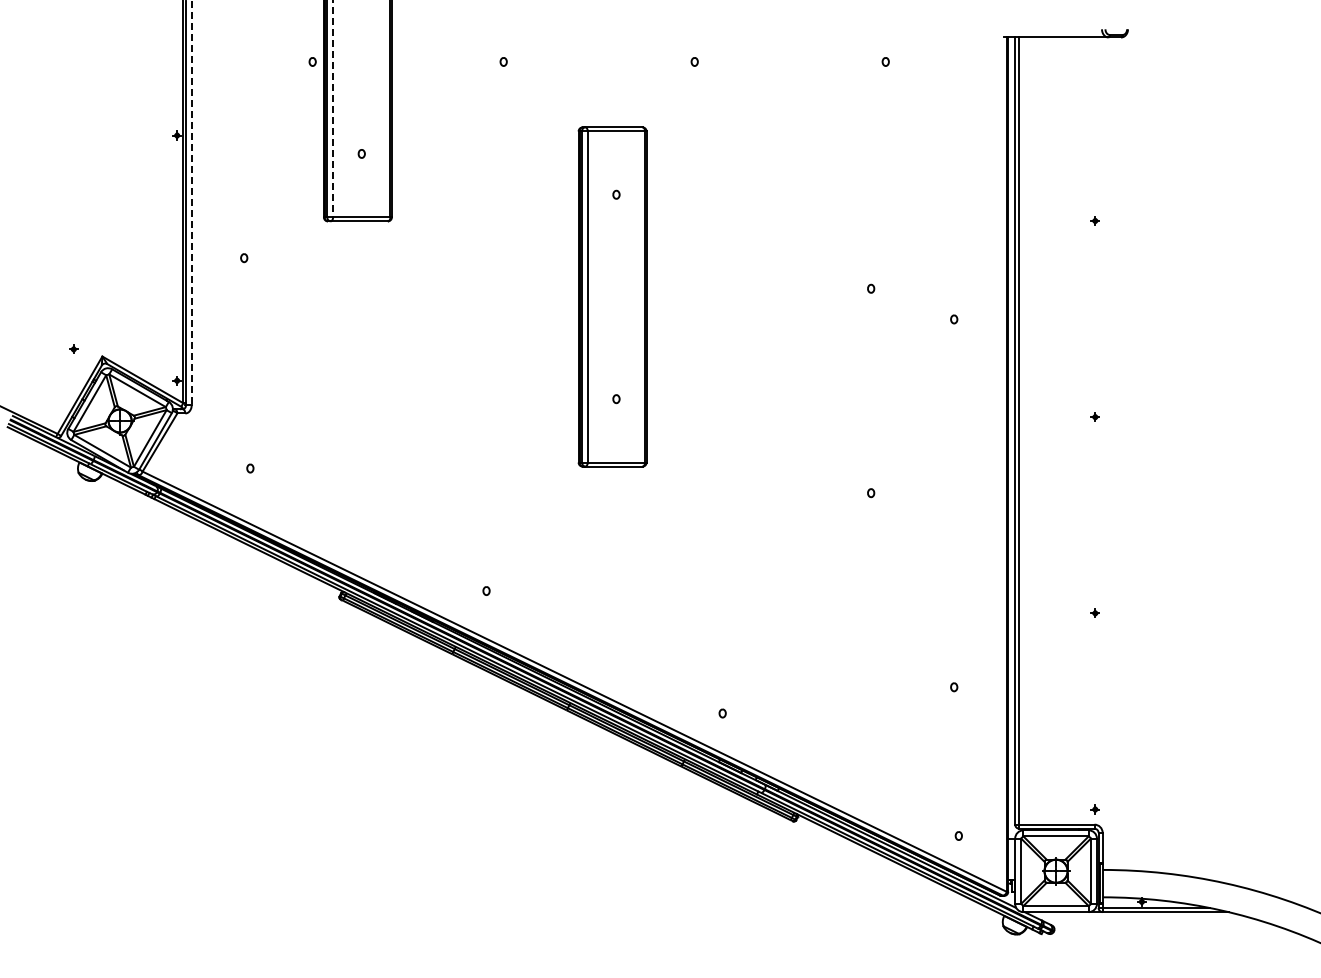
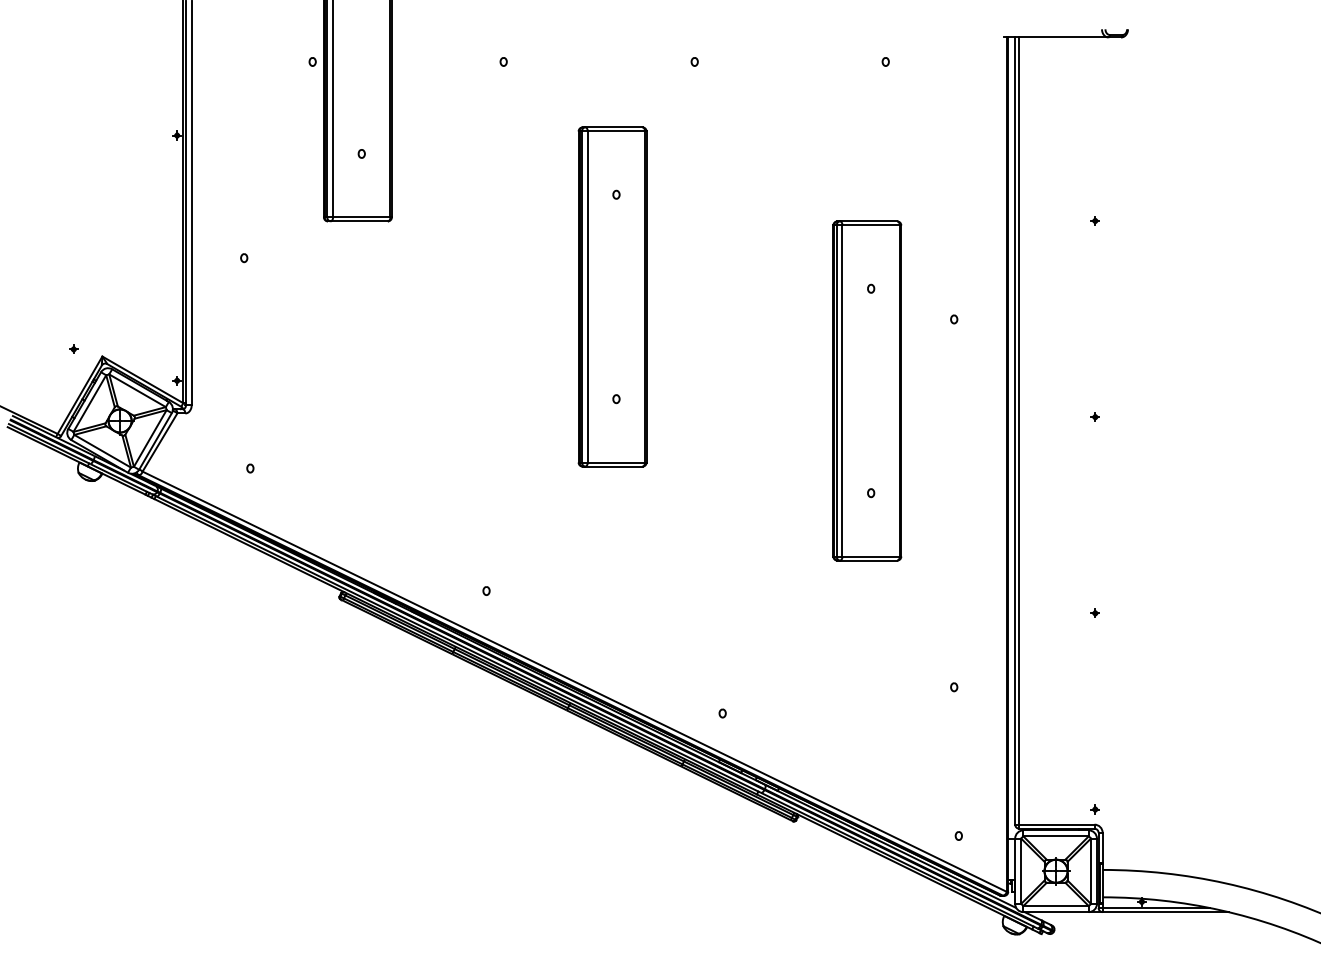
line at (333, 109): dashed -> solid
line at (191, 203): dashed -> solid
part at (867, 390): none -> present
